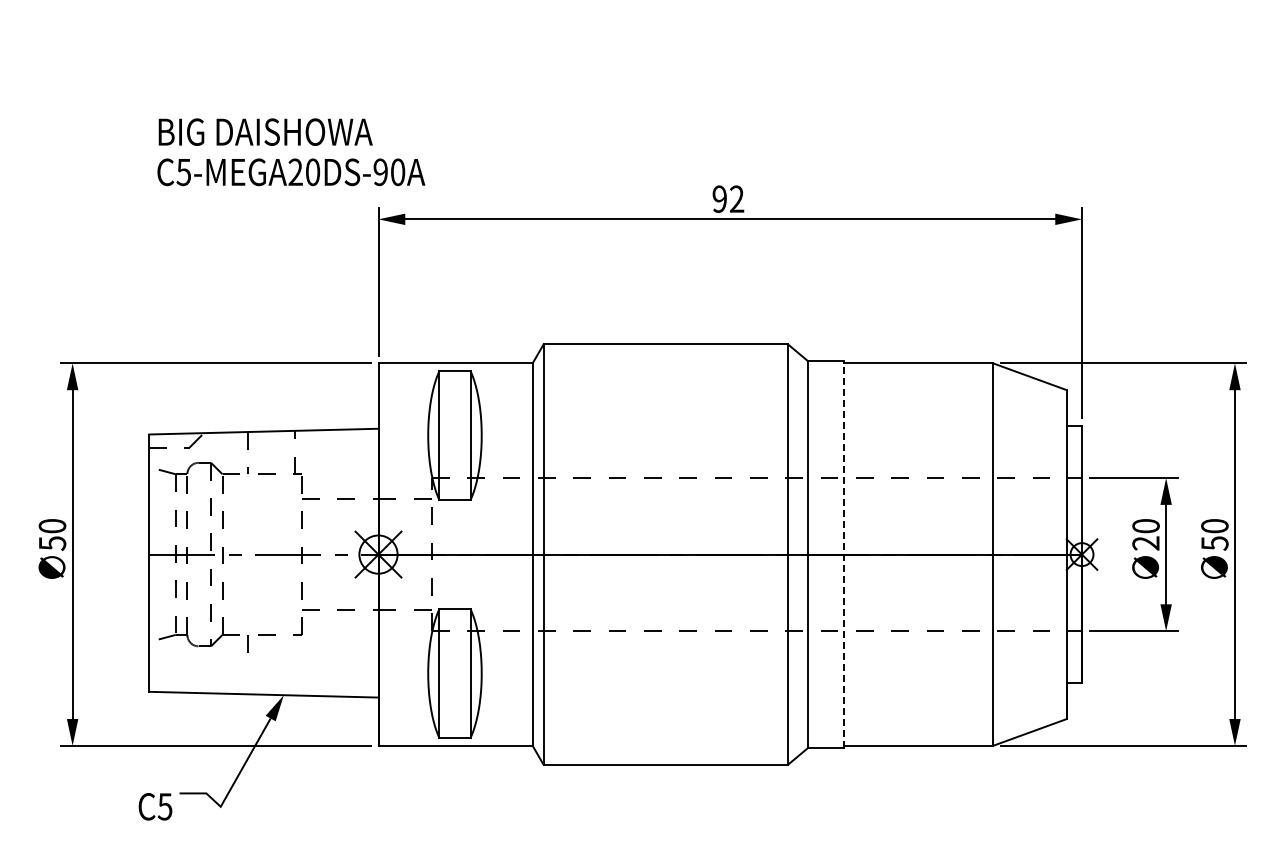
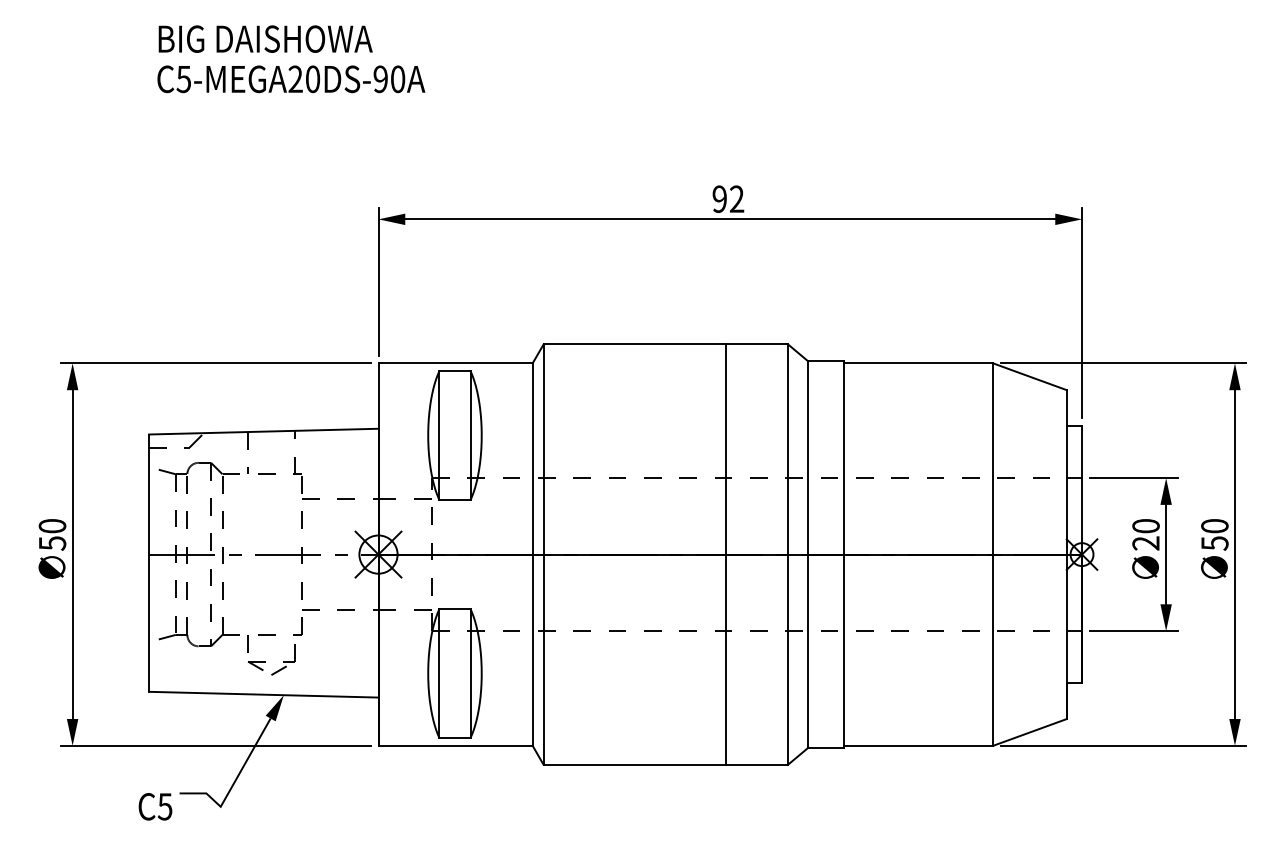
text at (291, 152) position: (291, 152) -> (291, 59)
line at (726, 554): none -> present
line at (844, 554): dashed -> solid
part at (265, 661): none -> present
